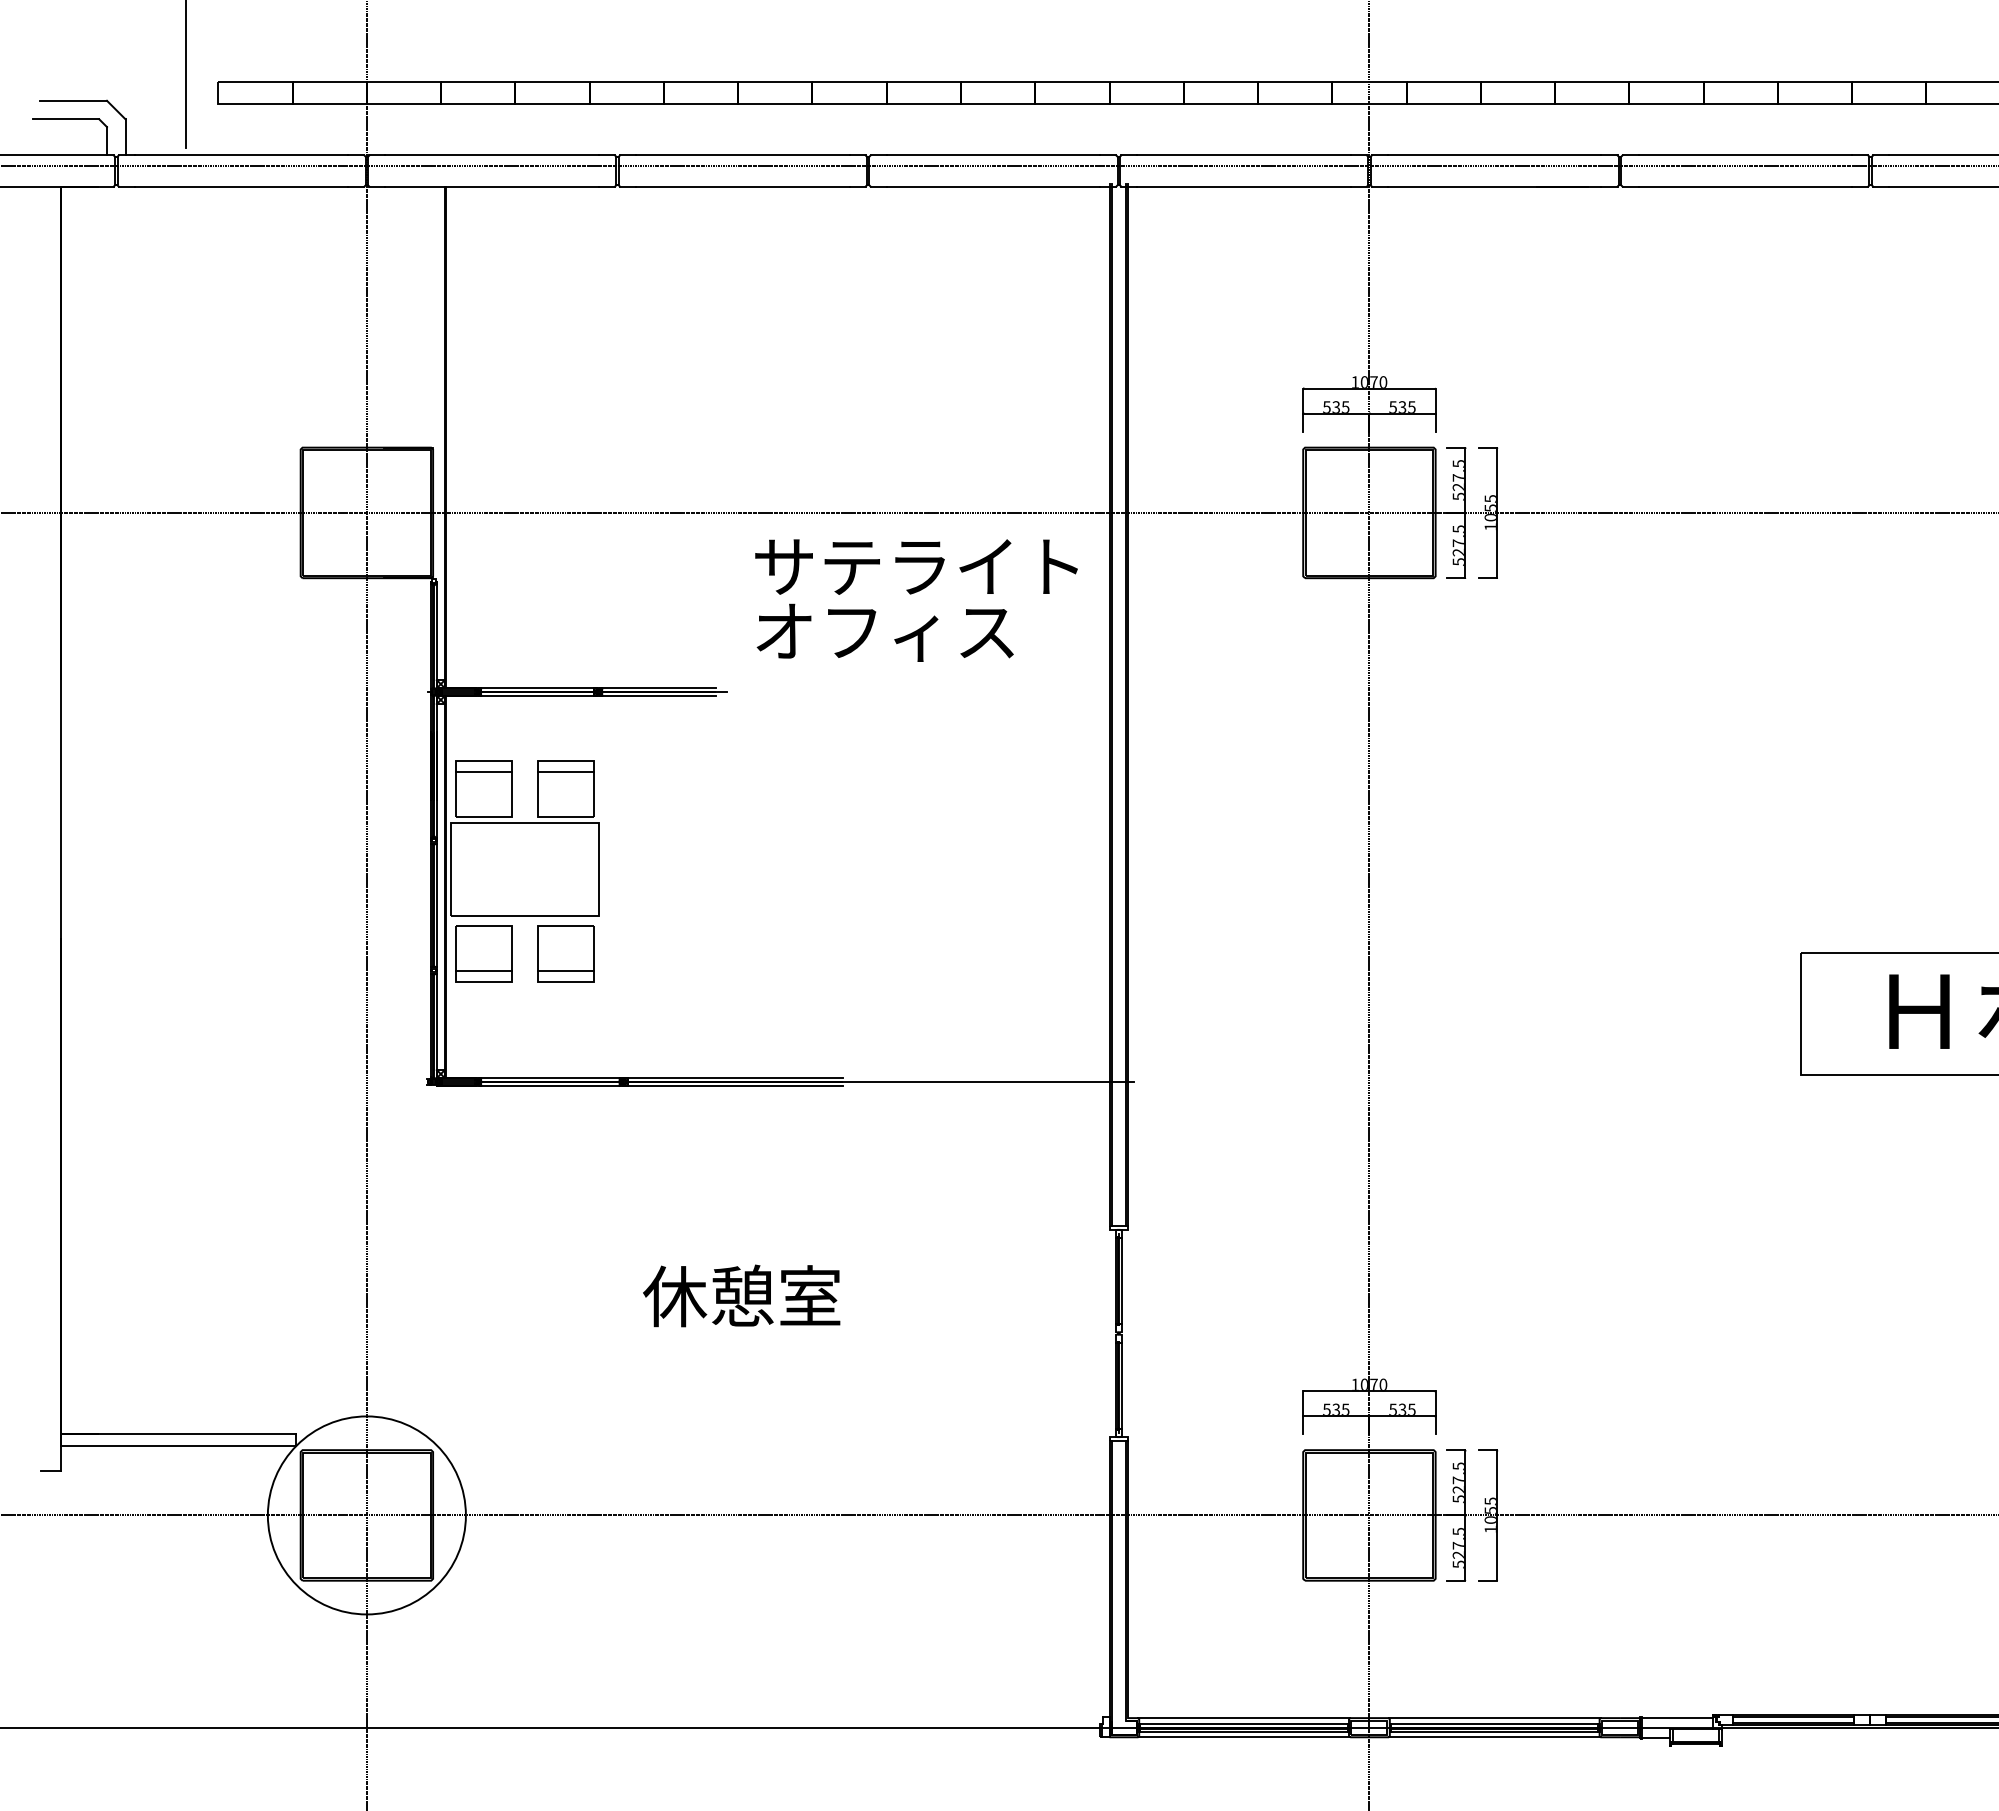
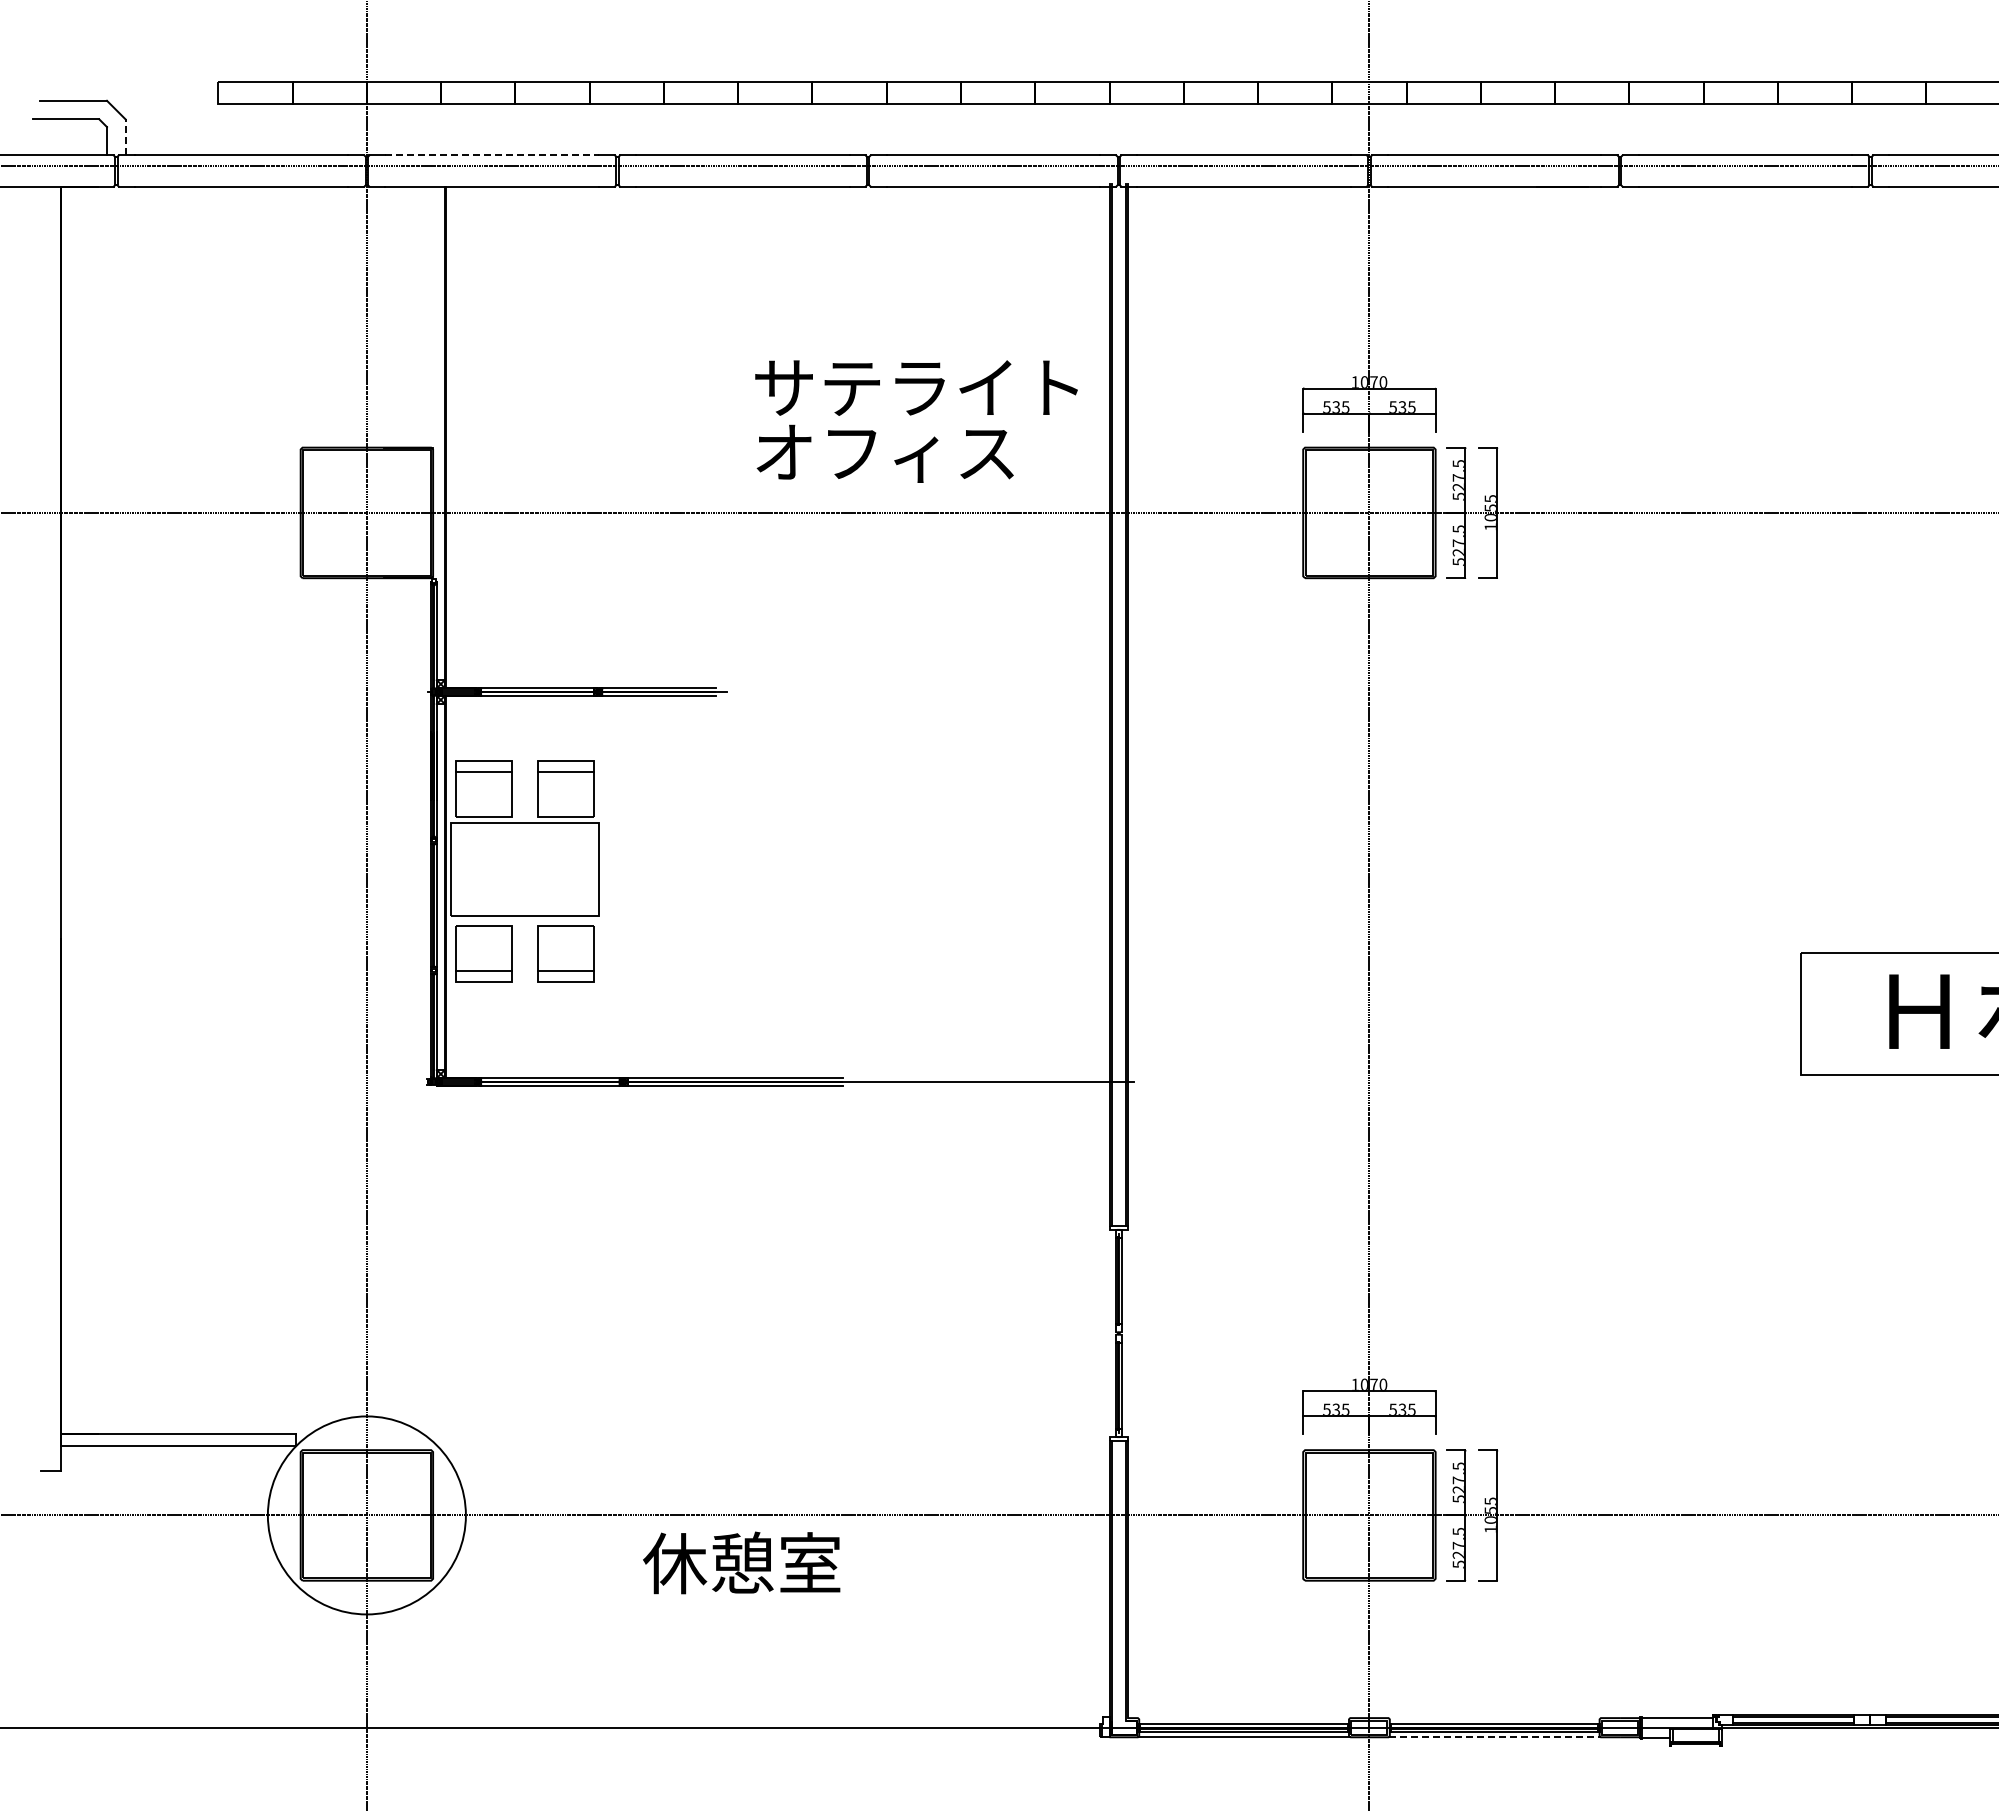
line at (186, 74): present -> none
line at (125, 136): solid -> dashed
line at (492, 155): solid -> dashed
text at (916, 600) position: (916, 600) -> (916, 421)
text at (741, 1295) position: (741, 1295) -> (741, 1562)
line at (1243, 1718): present -> none
line at (1494, 1718): present -> none
line at (1495, 1737): solid -> dashed
